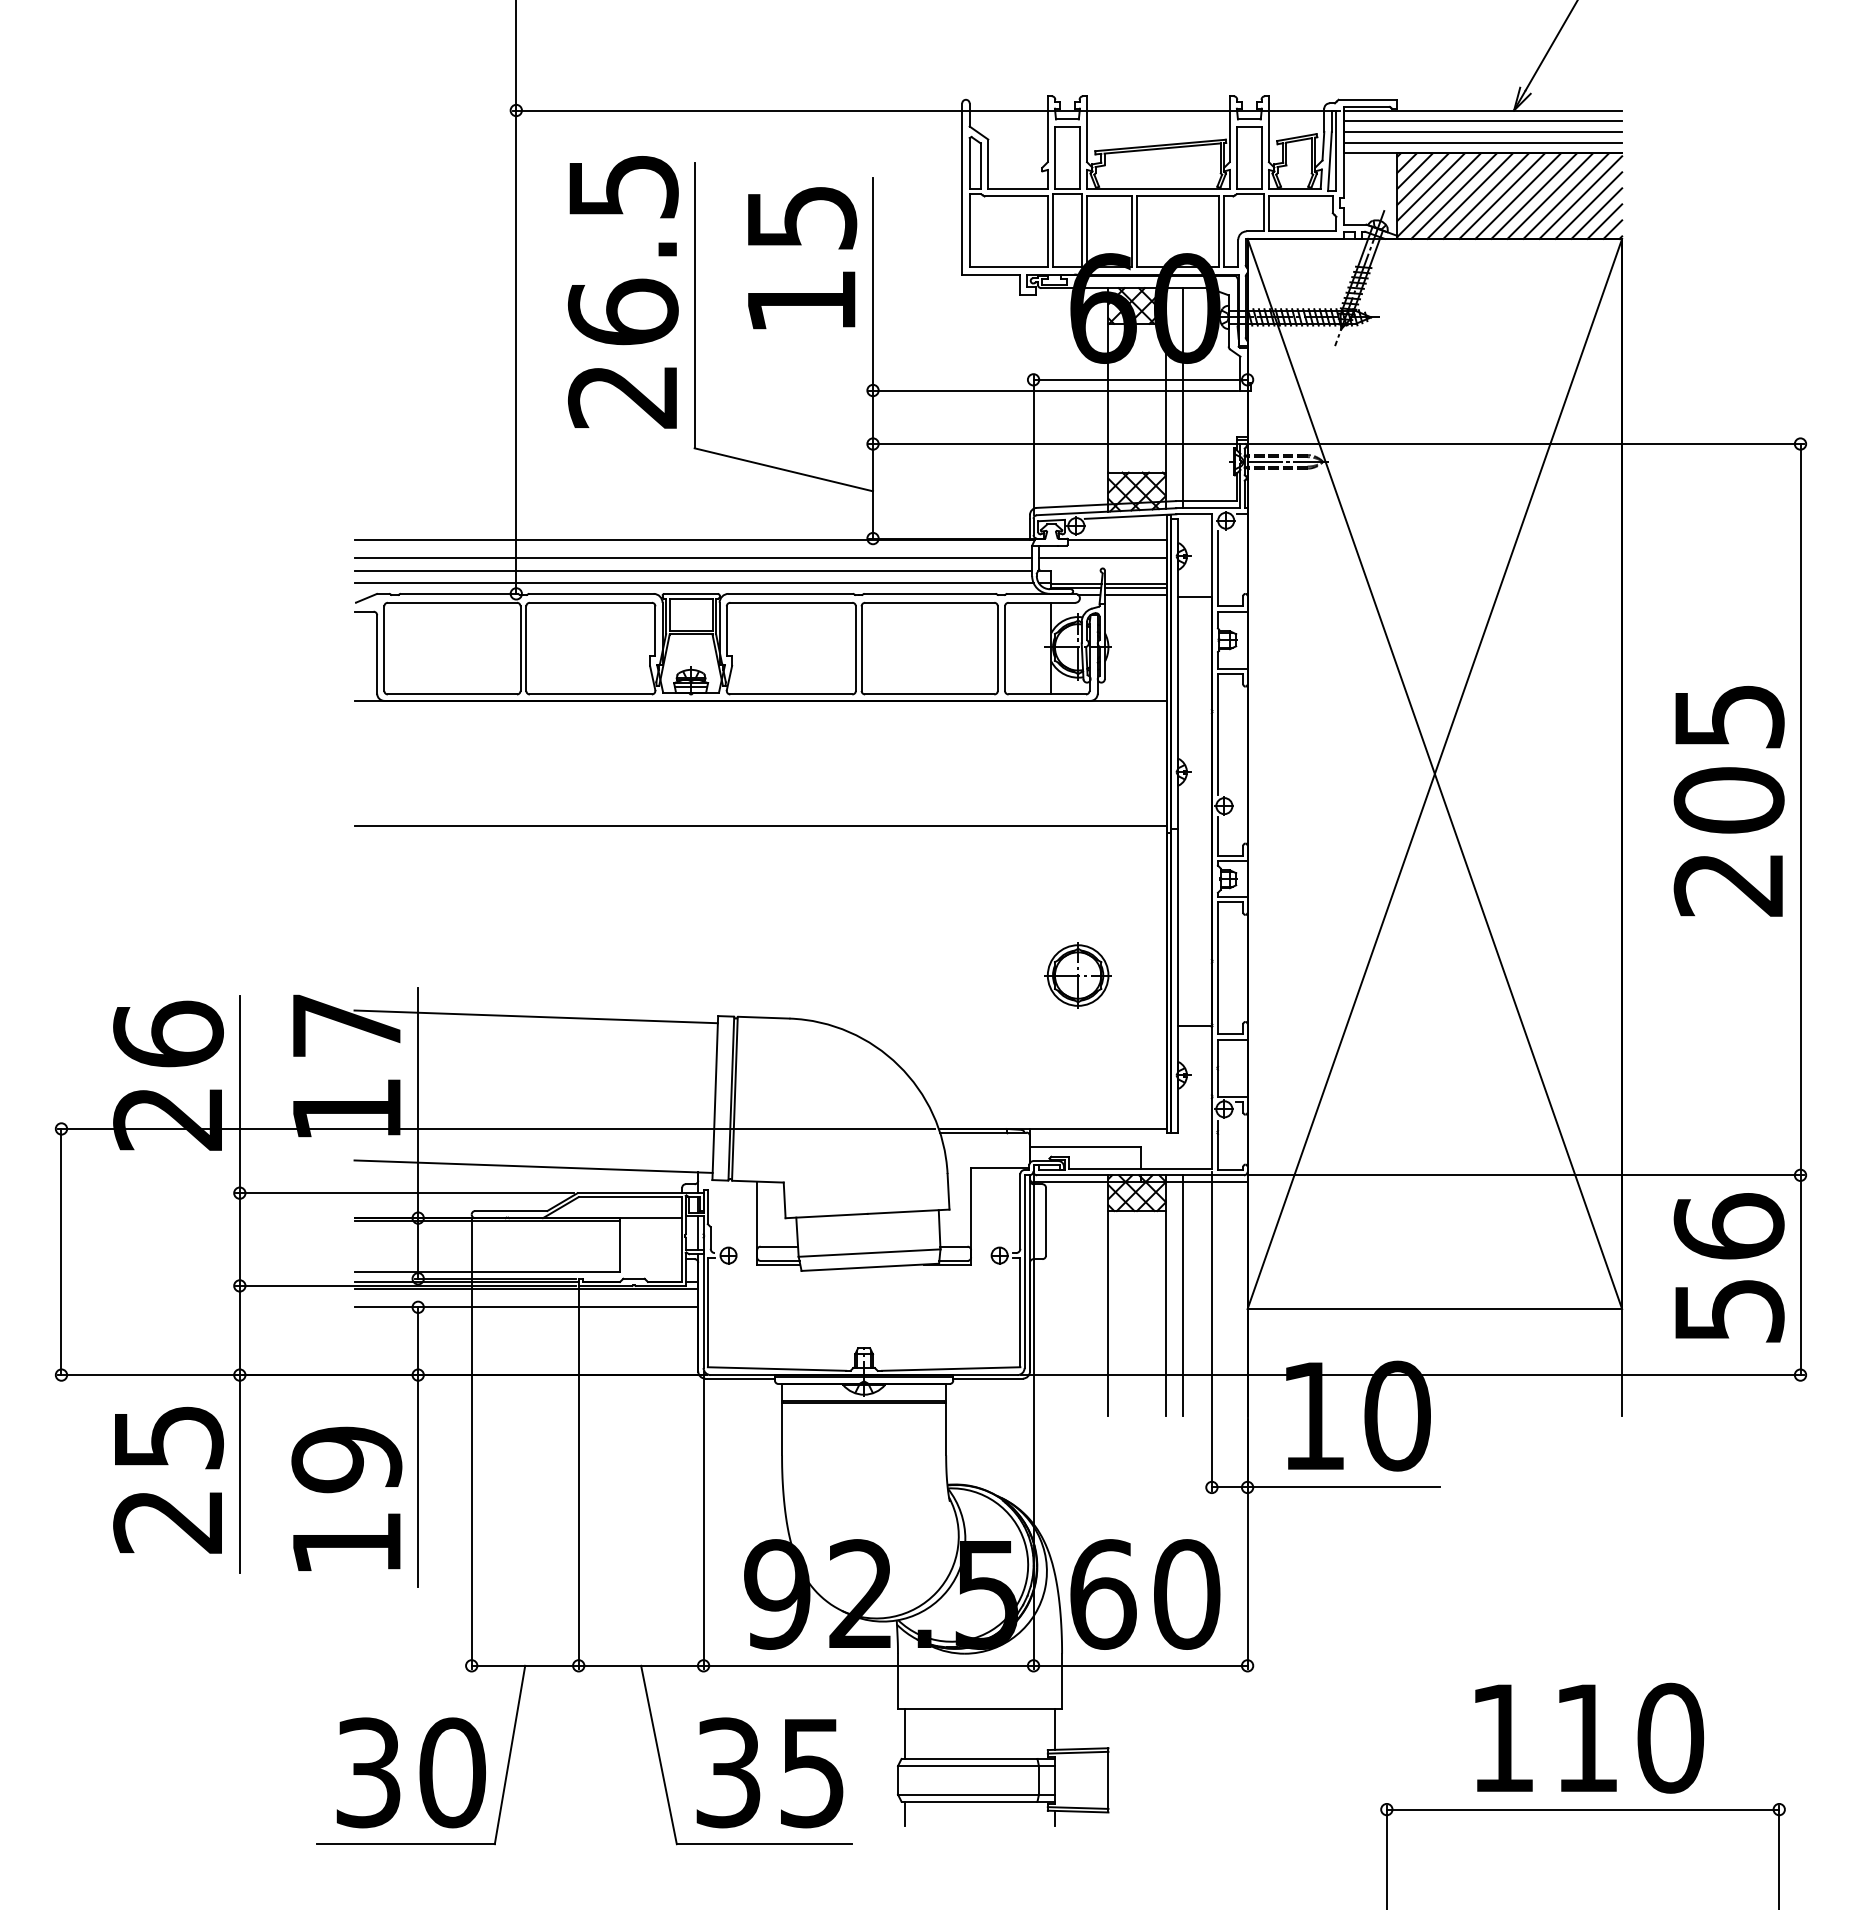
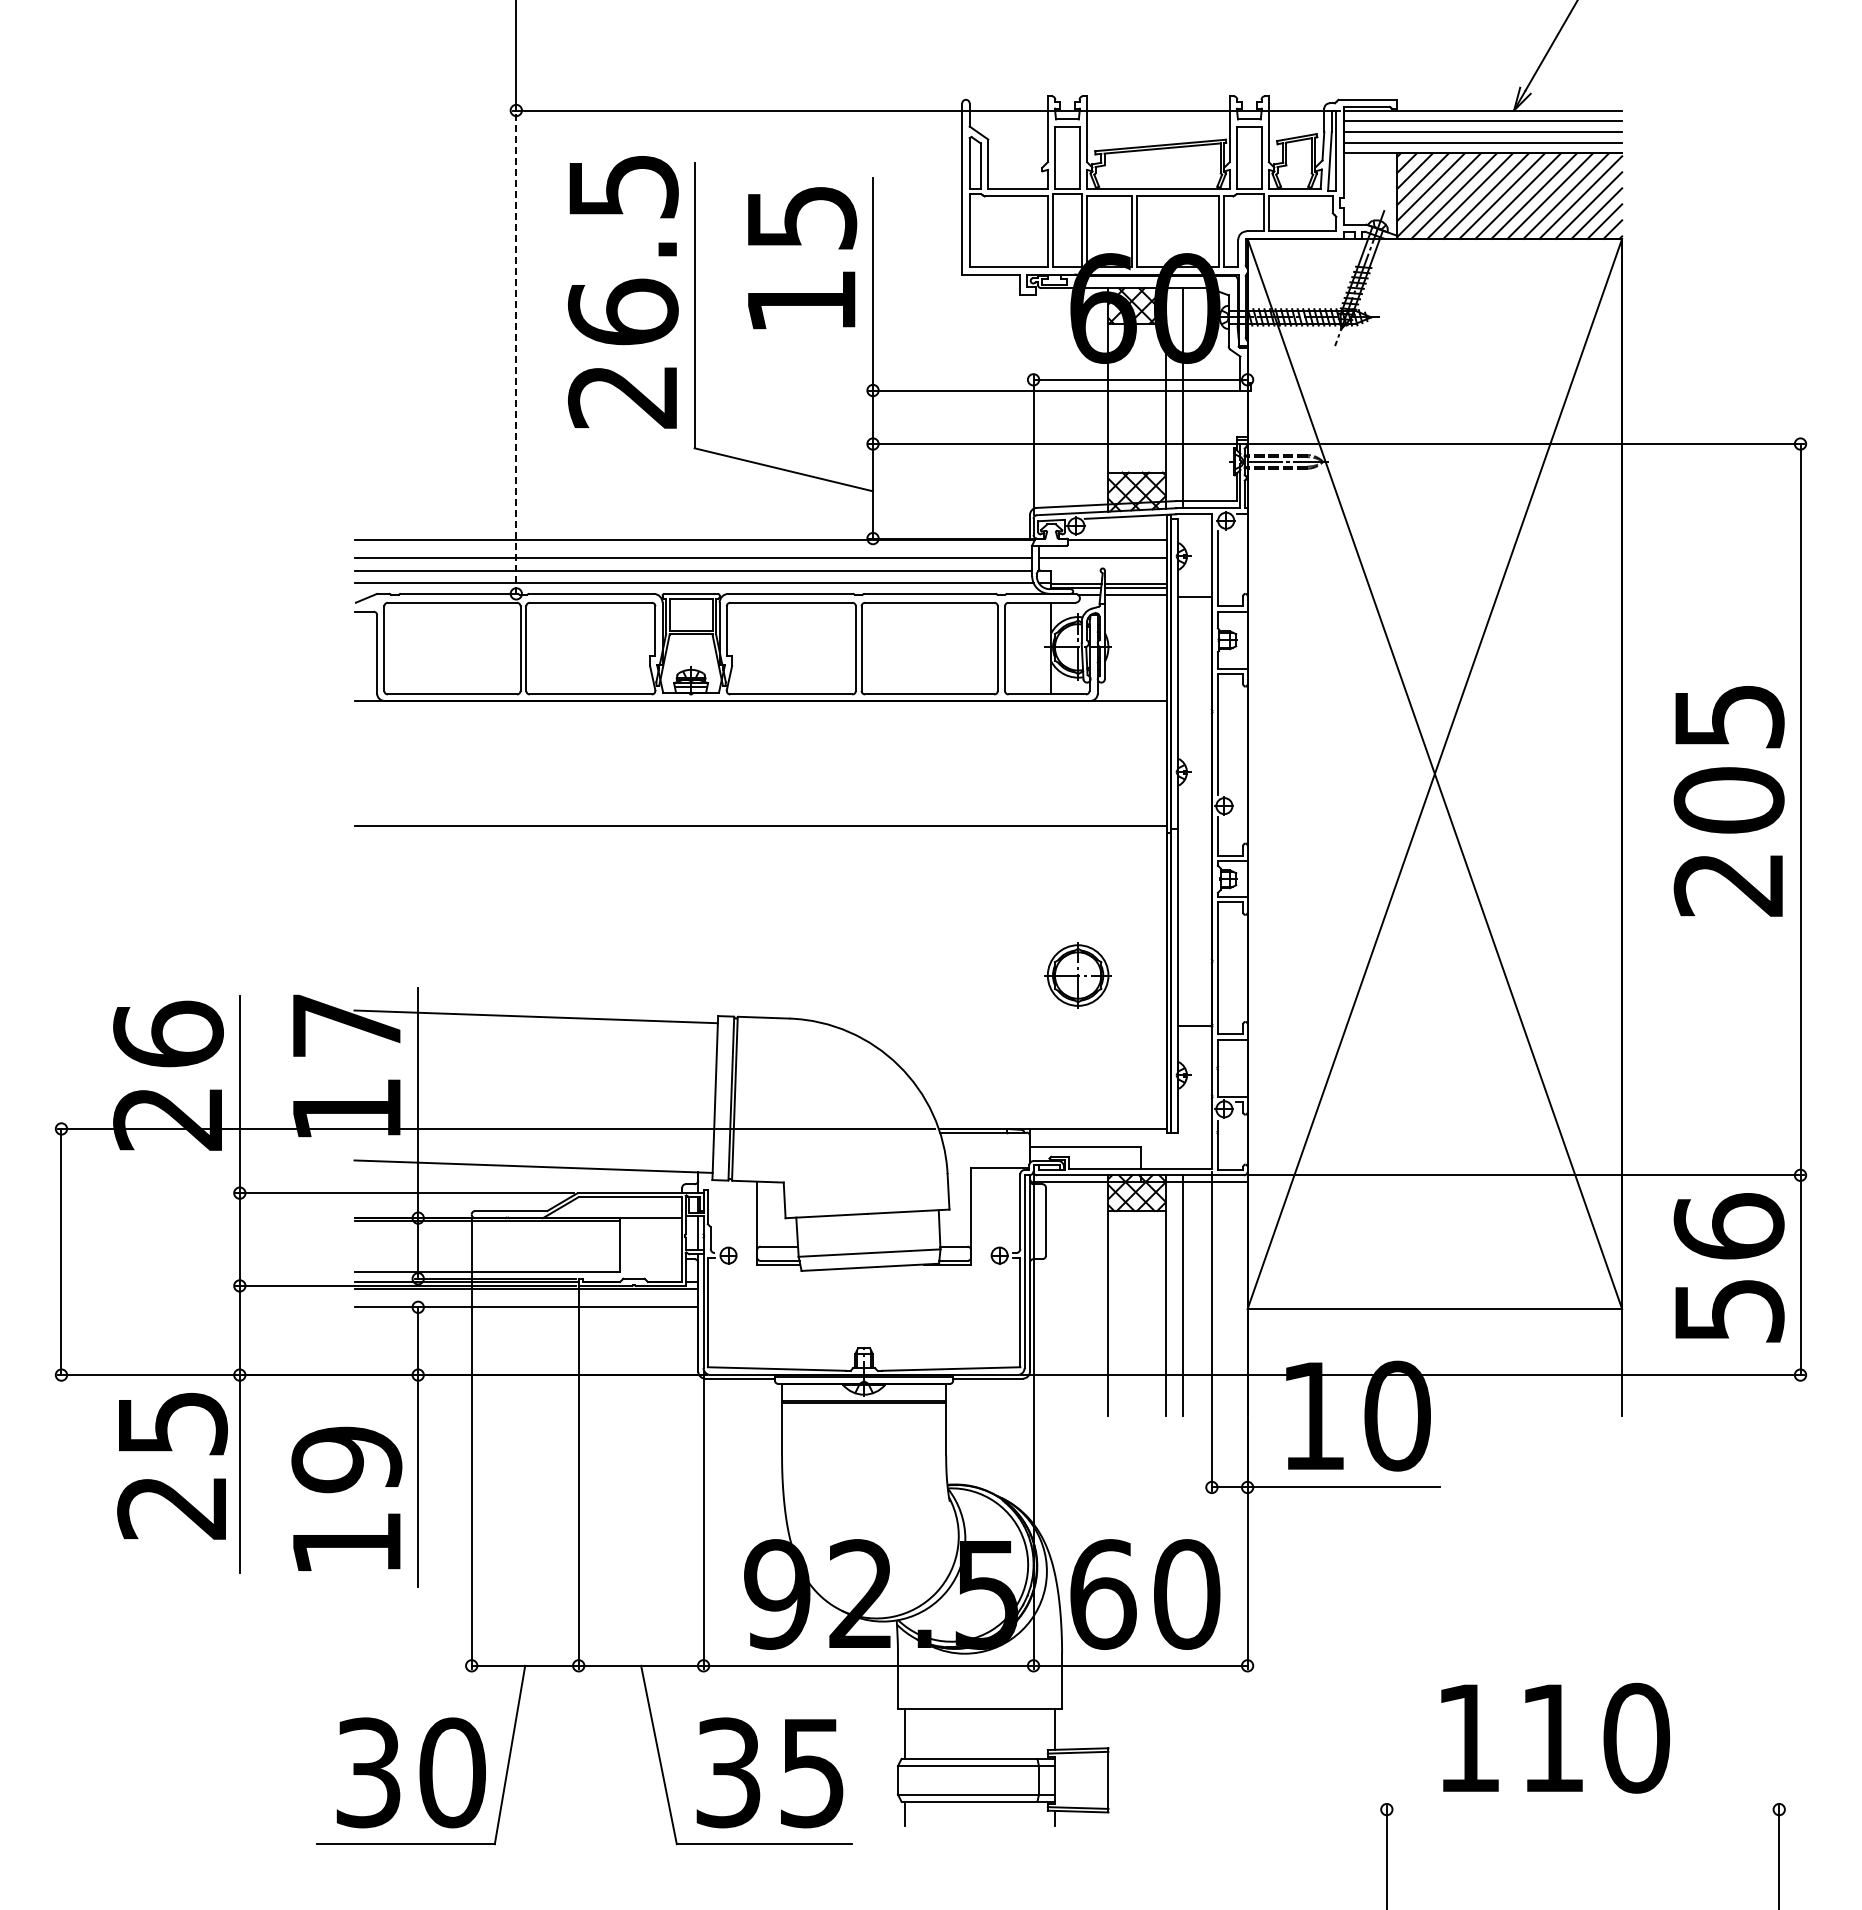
line at (516, 352): solid -> dashed
text at (168, 1479) position: (168, 1479) -> (172, 1465)
text at (1589, 1737) position: (1589, 1737) -> (1555, 1737)
line at (1582, 1809): present -> none
